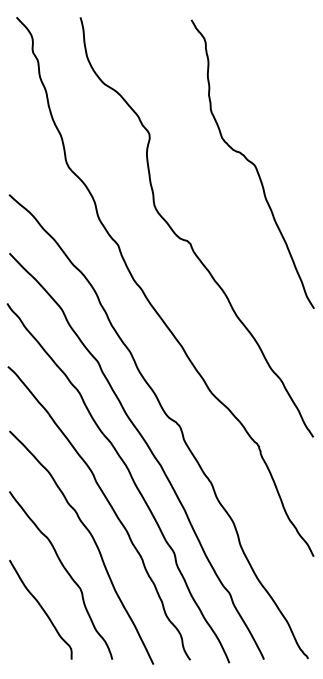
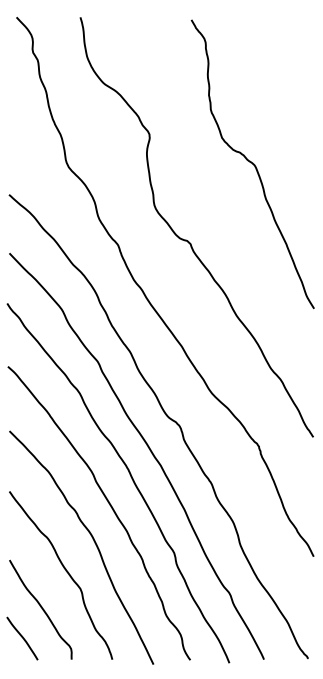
curve at (22, 638): none -> present
